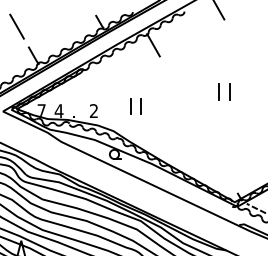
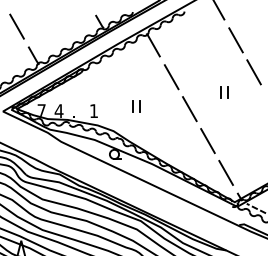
line at (235, 40): none -> present
line at (253, 72): none -> present
line at (171, 77): none -> present
part at (224, 91) size: 13x18 px -> 9x13 px
part at (135, 106) size: 12x17 px -> 9x13 px
line at (189, 109): none -> present
text at (93, 110): 2 -> 1
line at (207, 141): none -> present
line at (225, 172): none -> present
